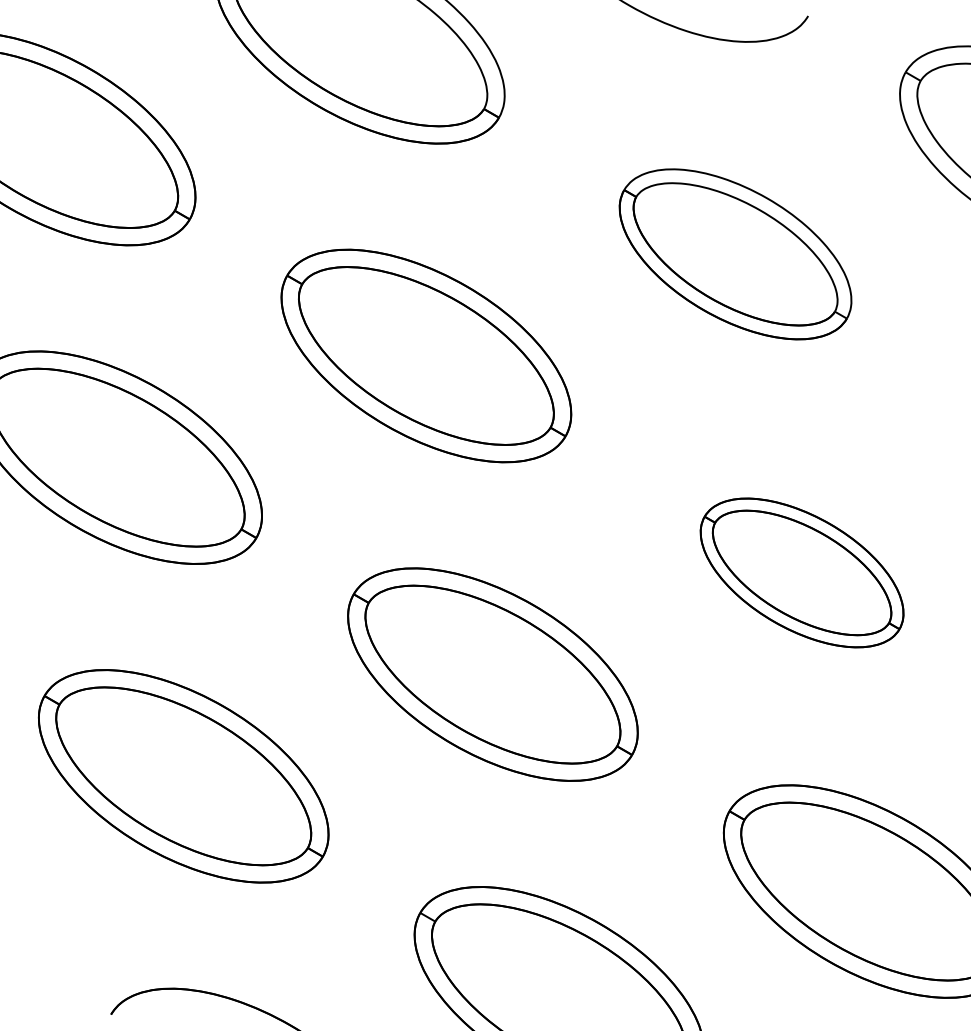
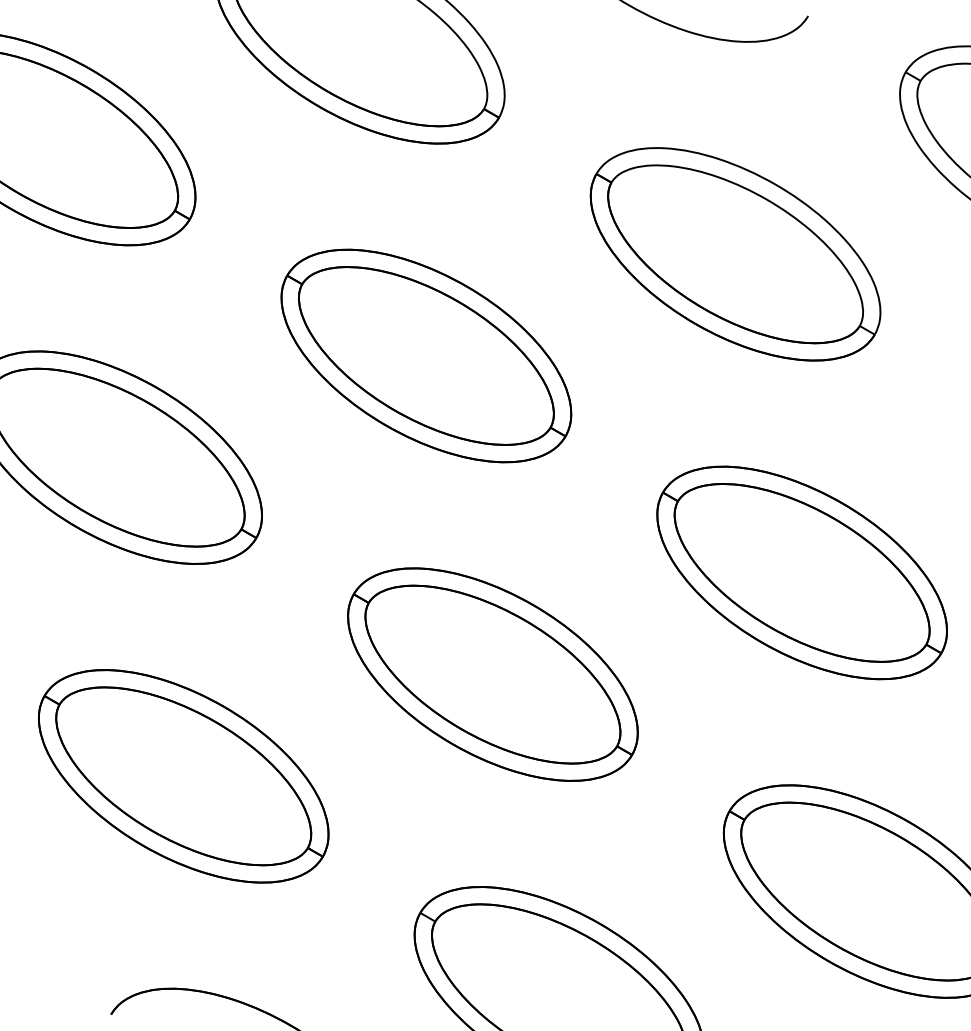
part at (735, 254) size: 235x173 px -> 293x215 px
part at (801, 572) size: 206x152 px -> 292x216 px
